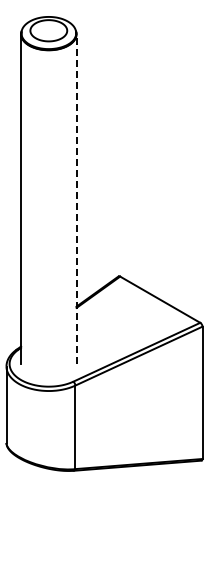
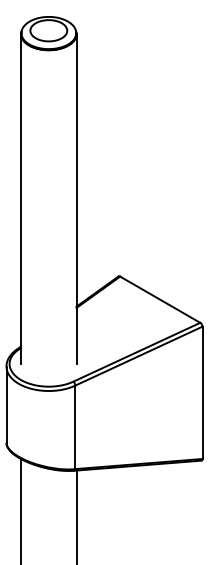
line at (76, 199): dashed -> solid
line at (21, 510): none -> present
line at (76, 515): none -> present
